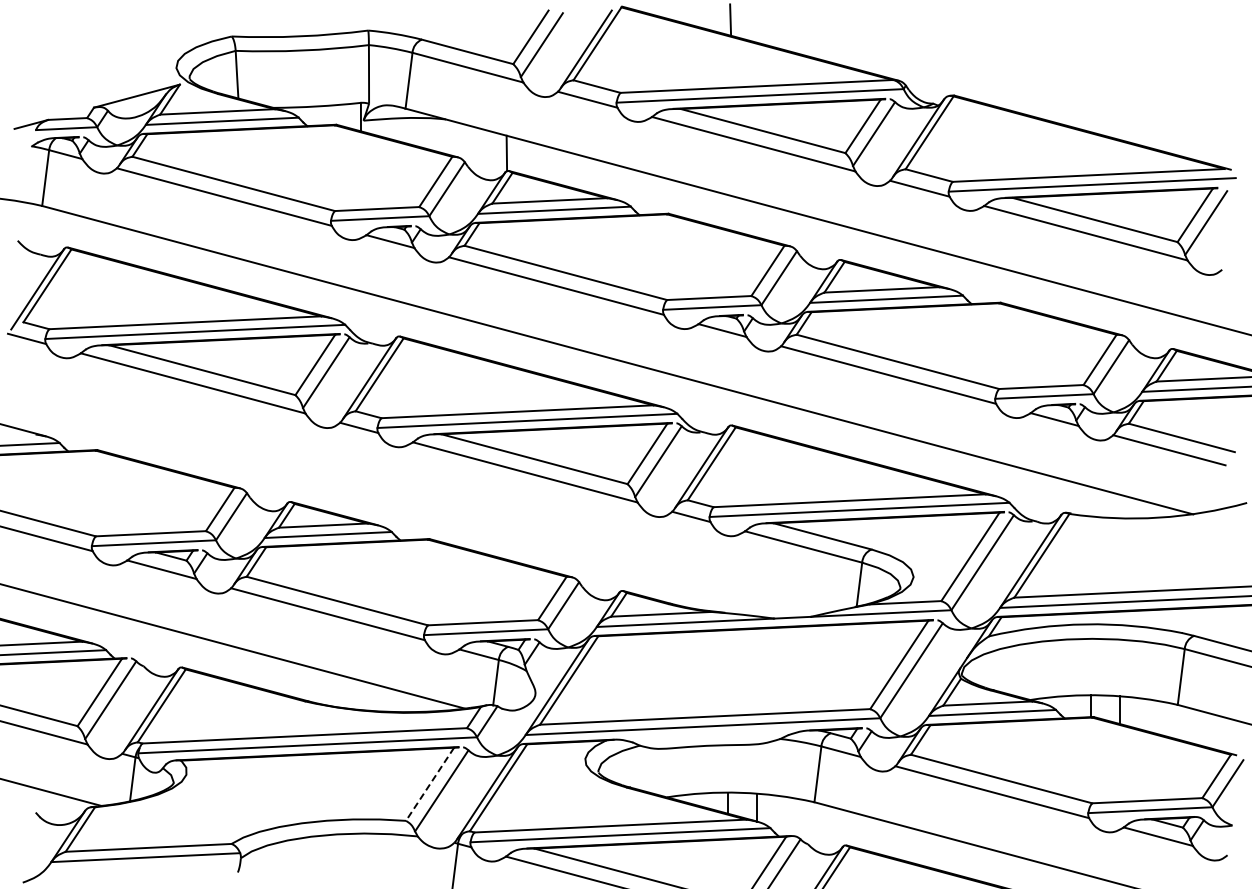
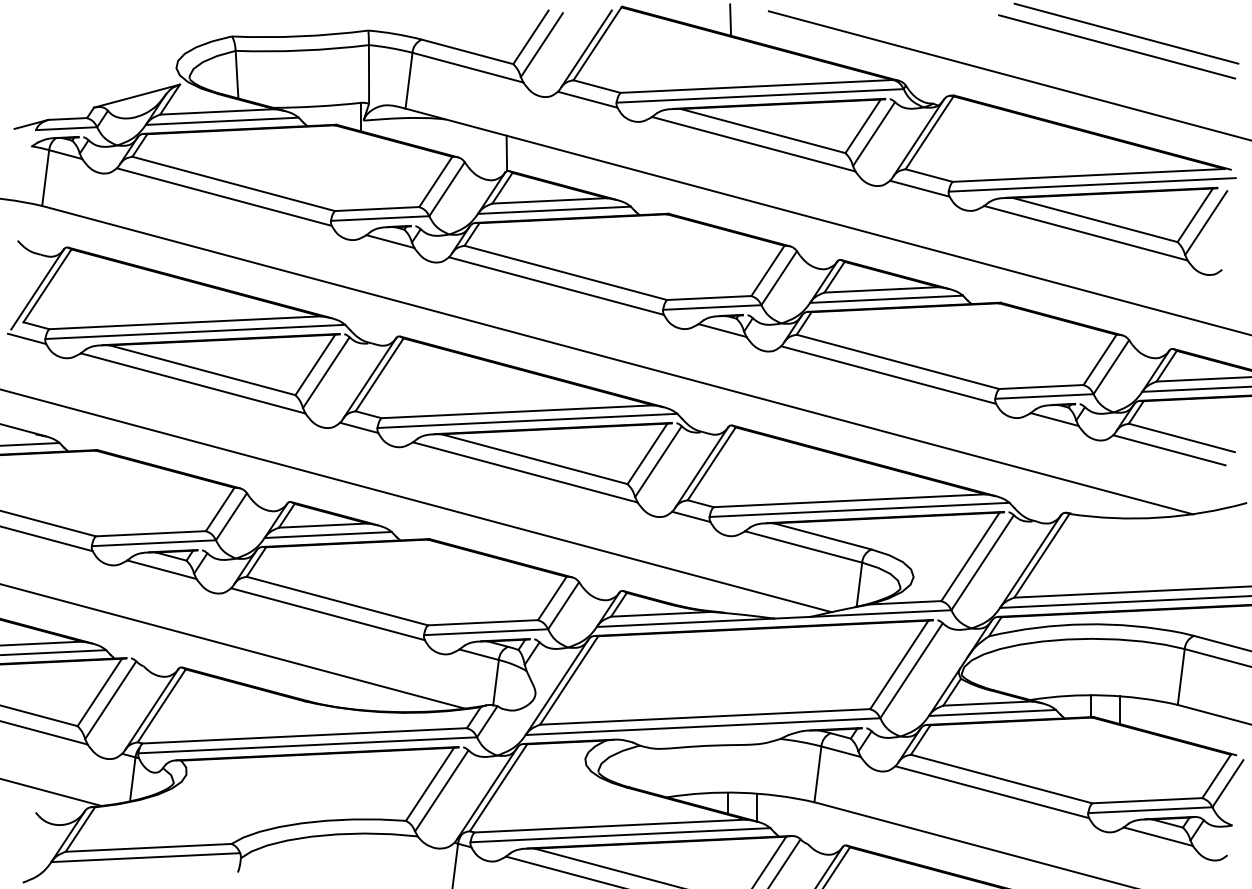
line at (1126, 33): none -> present
line at (1117, 46): none -> present
line at (1008, 75): none -> present
line at (416, 501): none -> present
line at (430, 784): dashed -> solid
